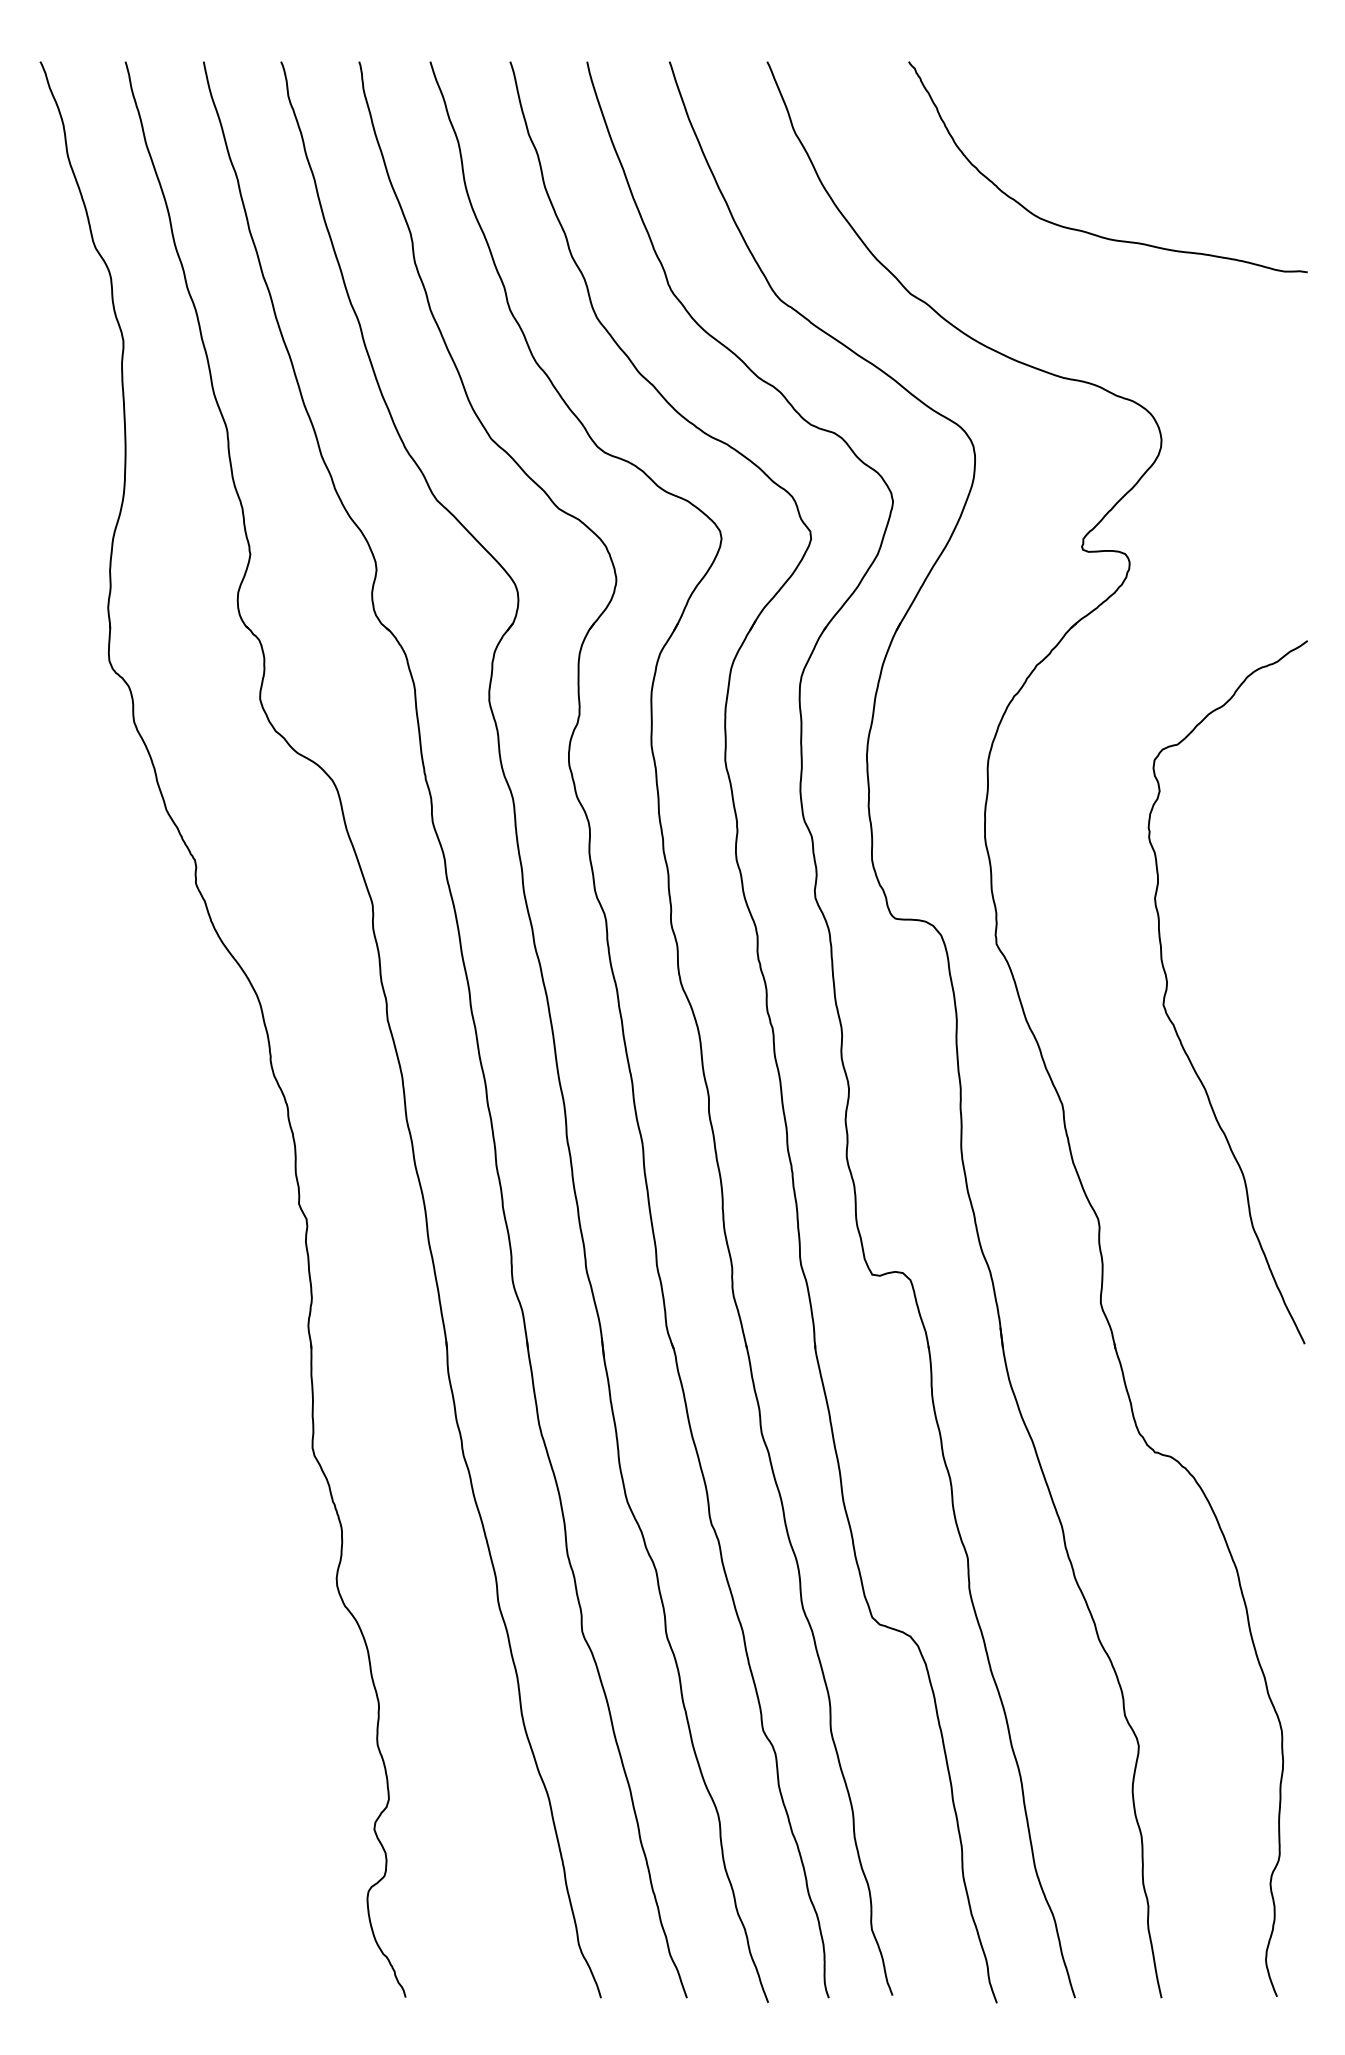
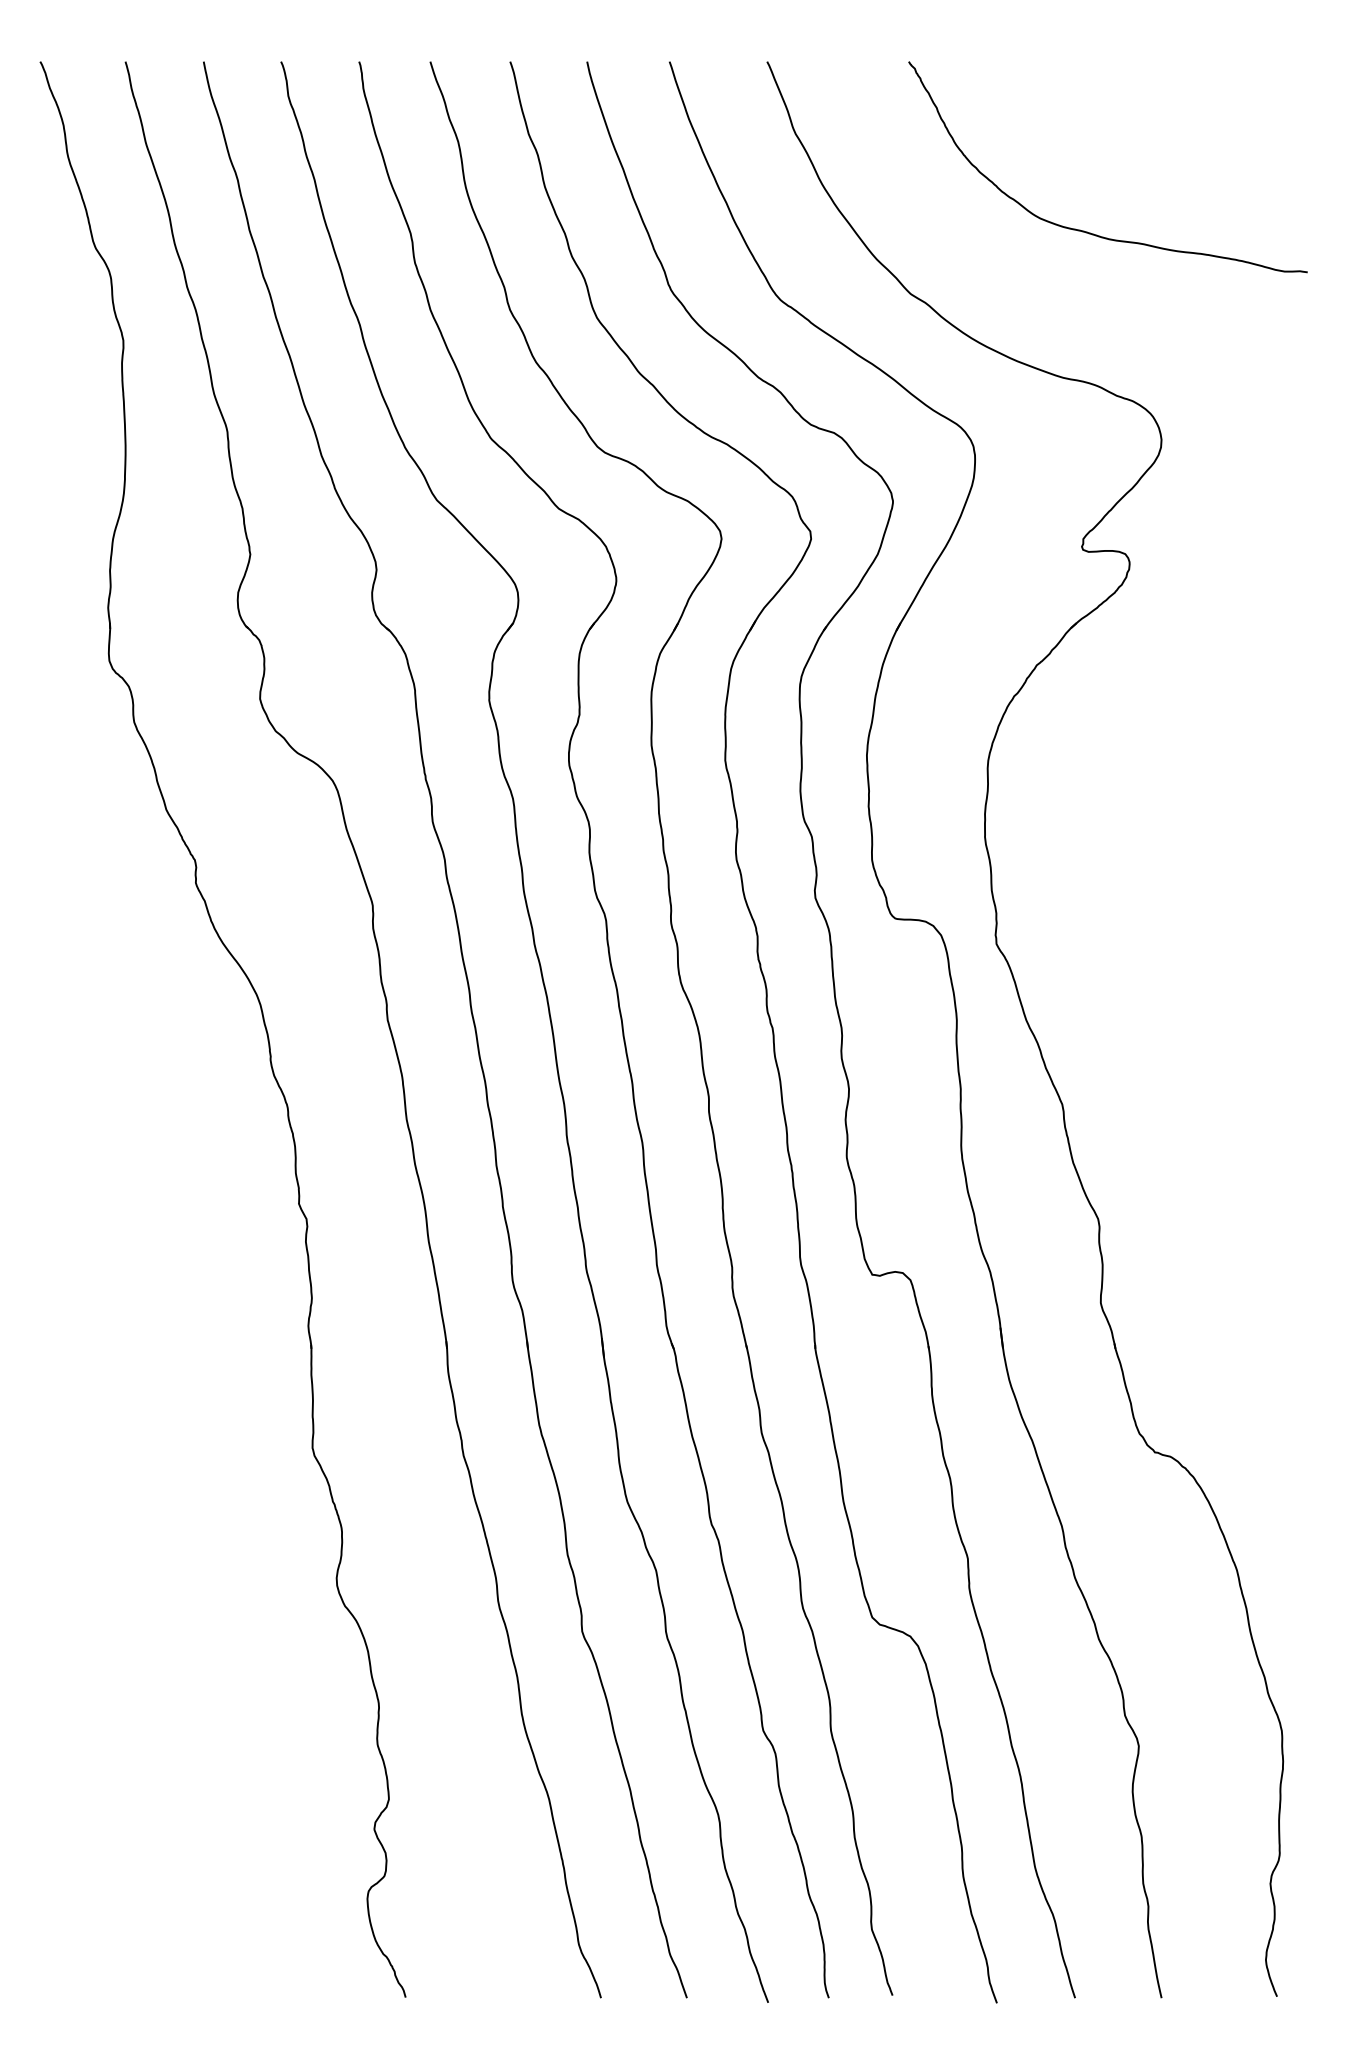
curve at (1167, 990): present -> none
